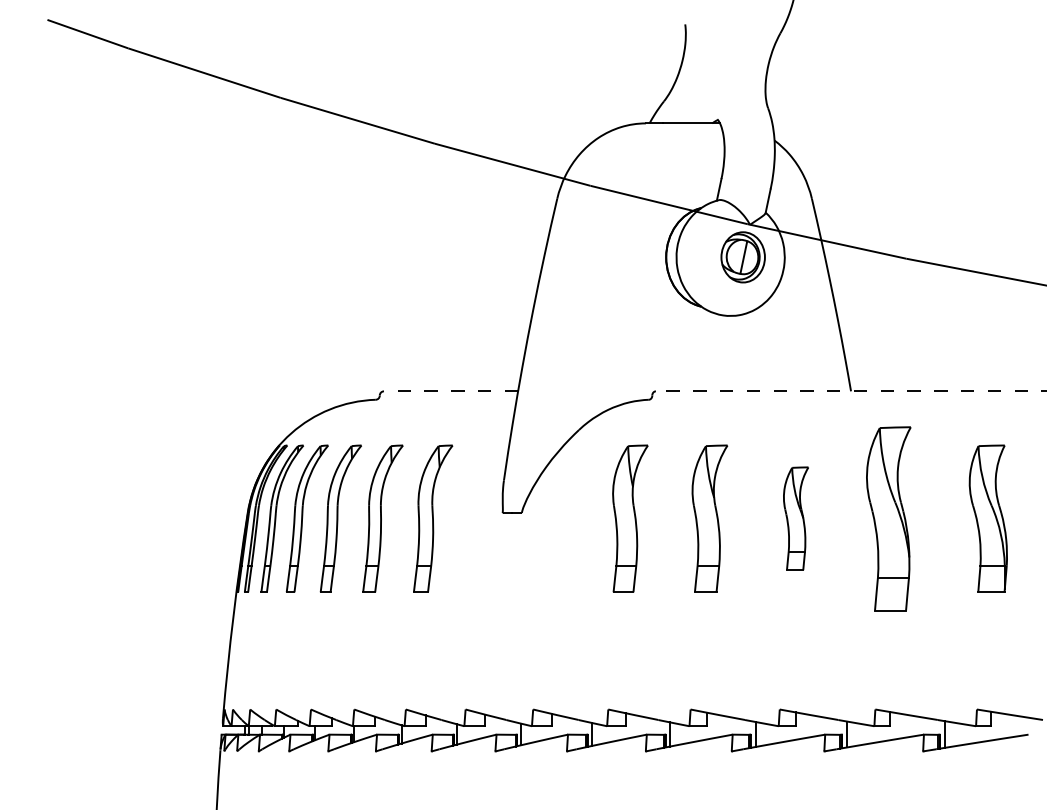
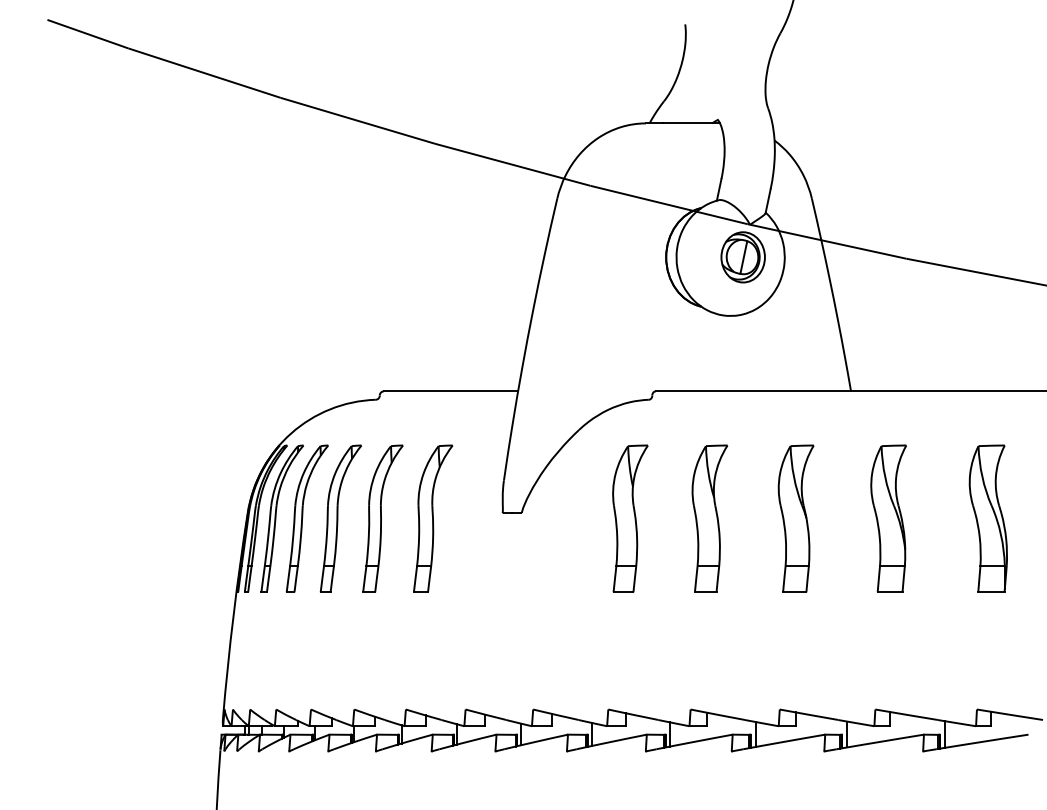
line at (450, 391): dashed -> solid
line at (850, 391): dashed -> solid
part at (795, 518) size: 26x105 px -> 38x149 px
part at (888, 518) size: 46x186 px -> 37x149 px
